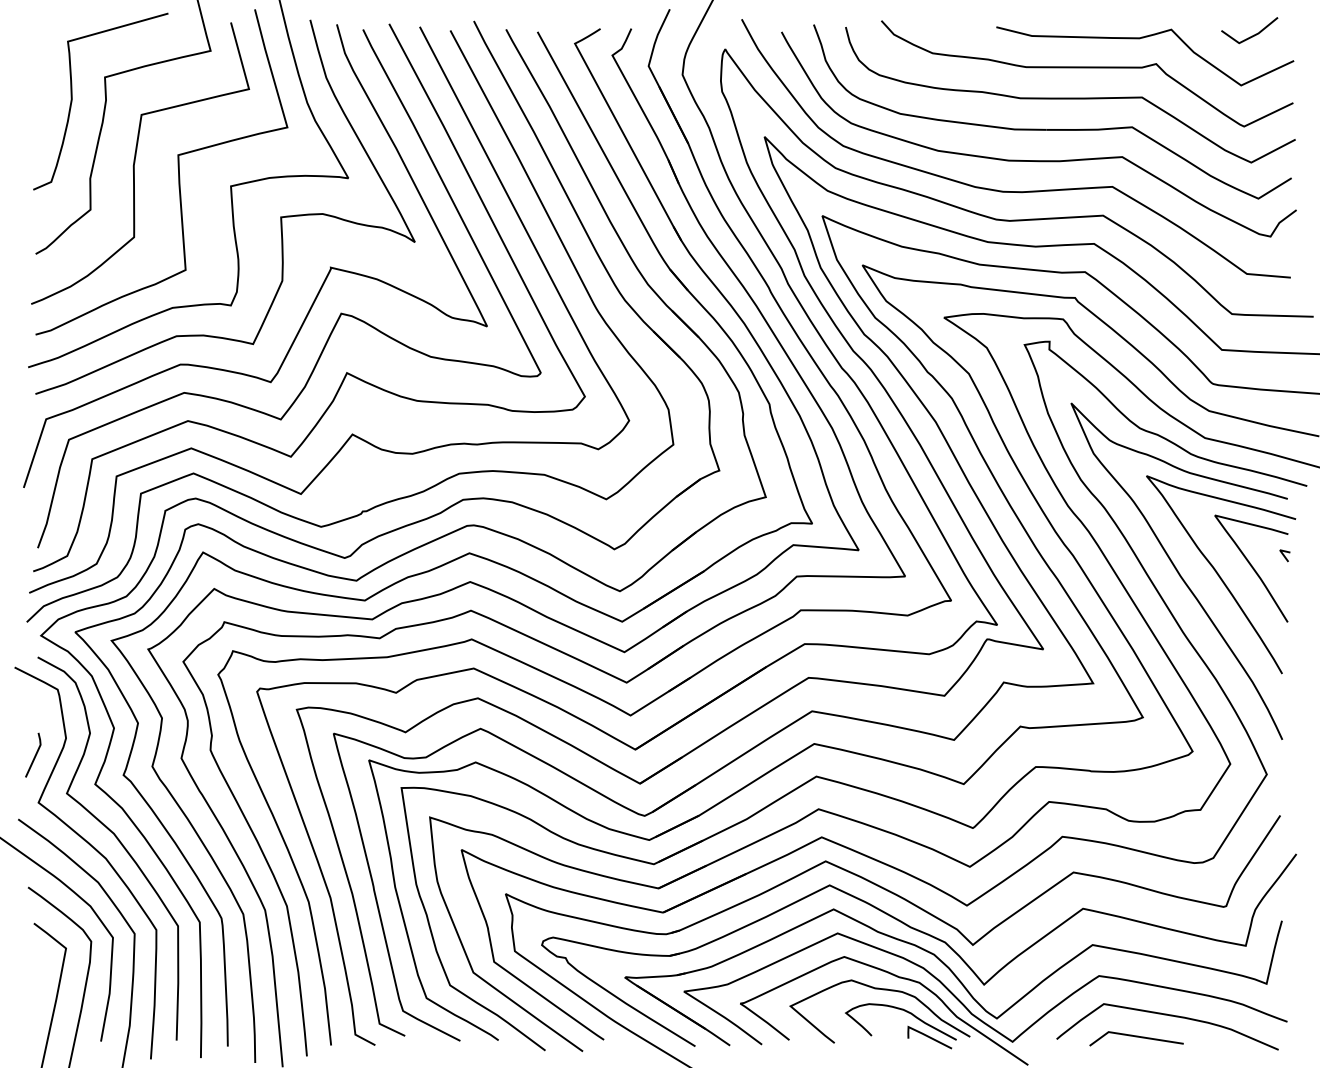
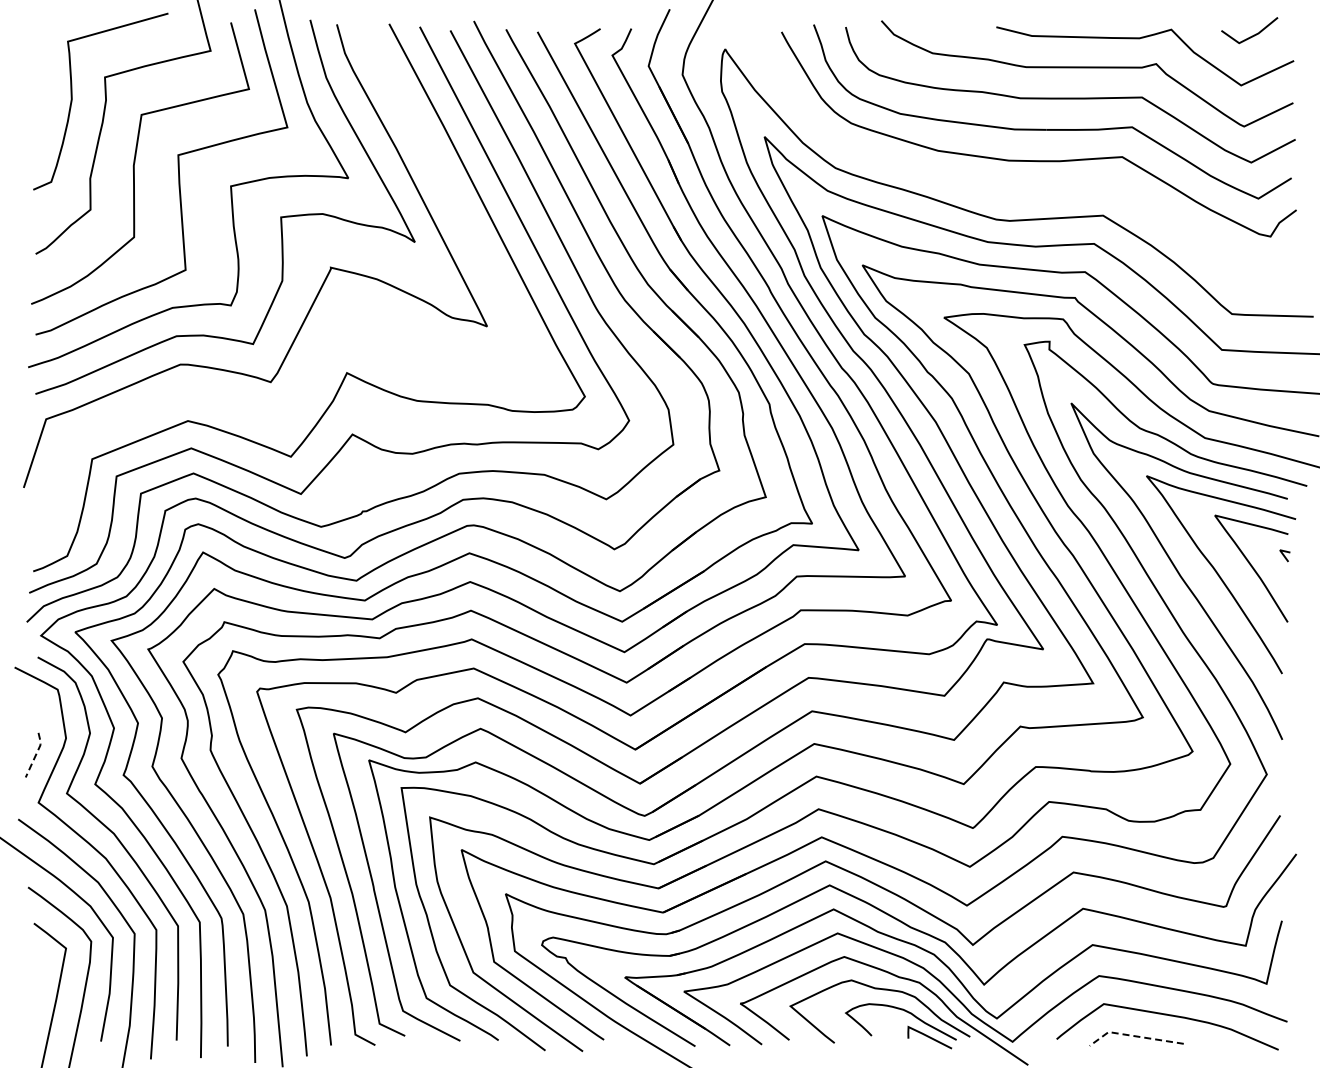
curve at (1015, 191): present -> none
curve at (339, 314): present -> none
line at (36, 754): solid -> dashed
line at (1134, 1036): solid -> dashed
